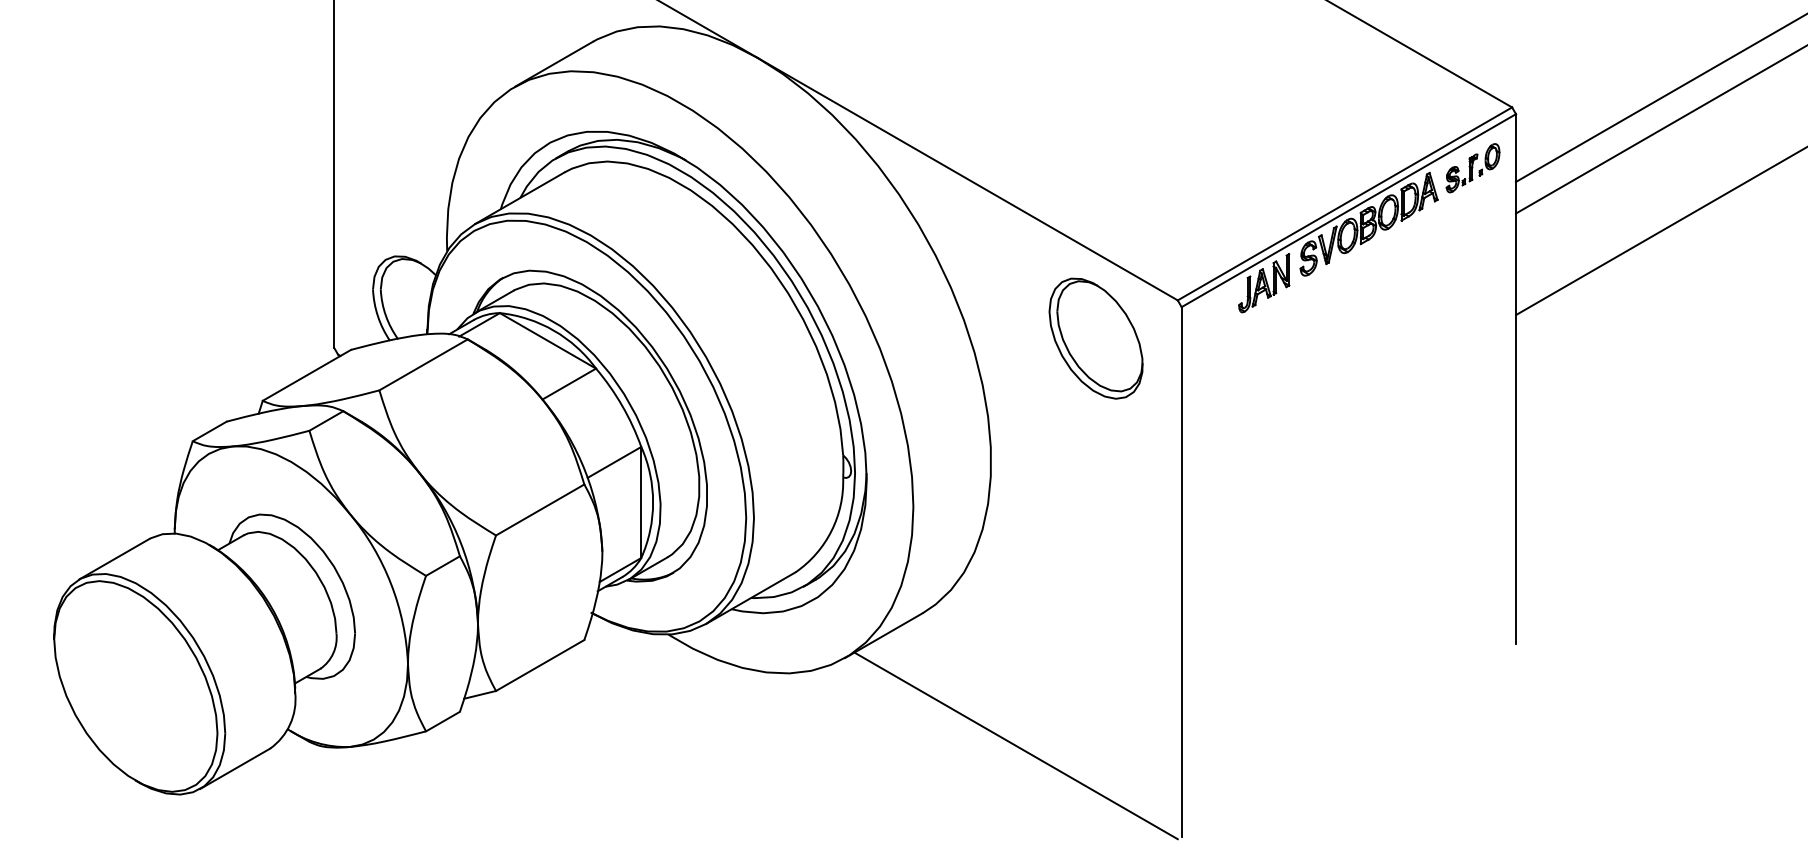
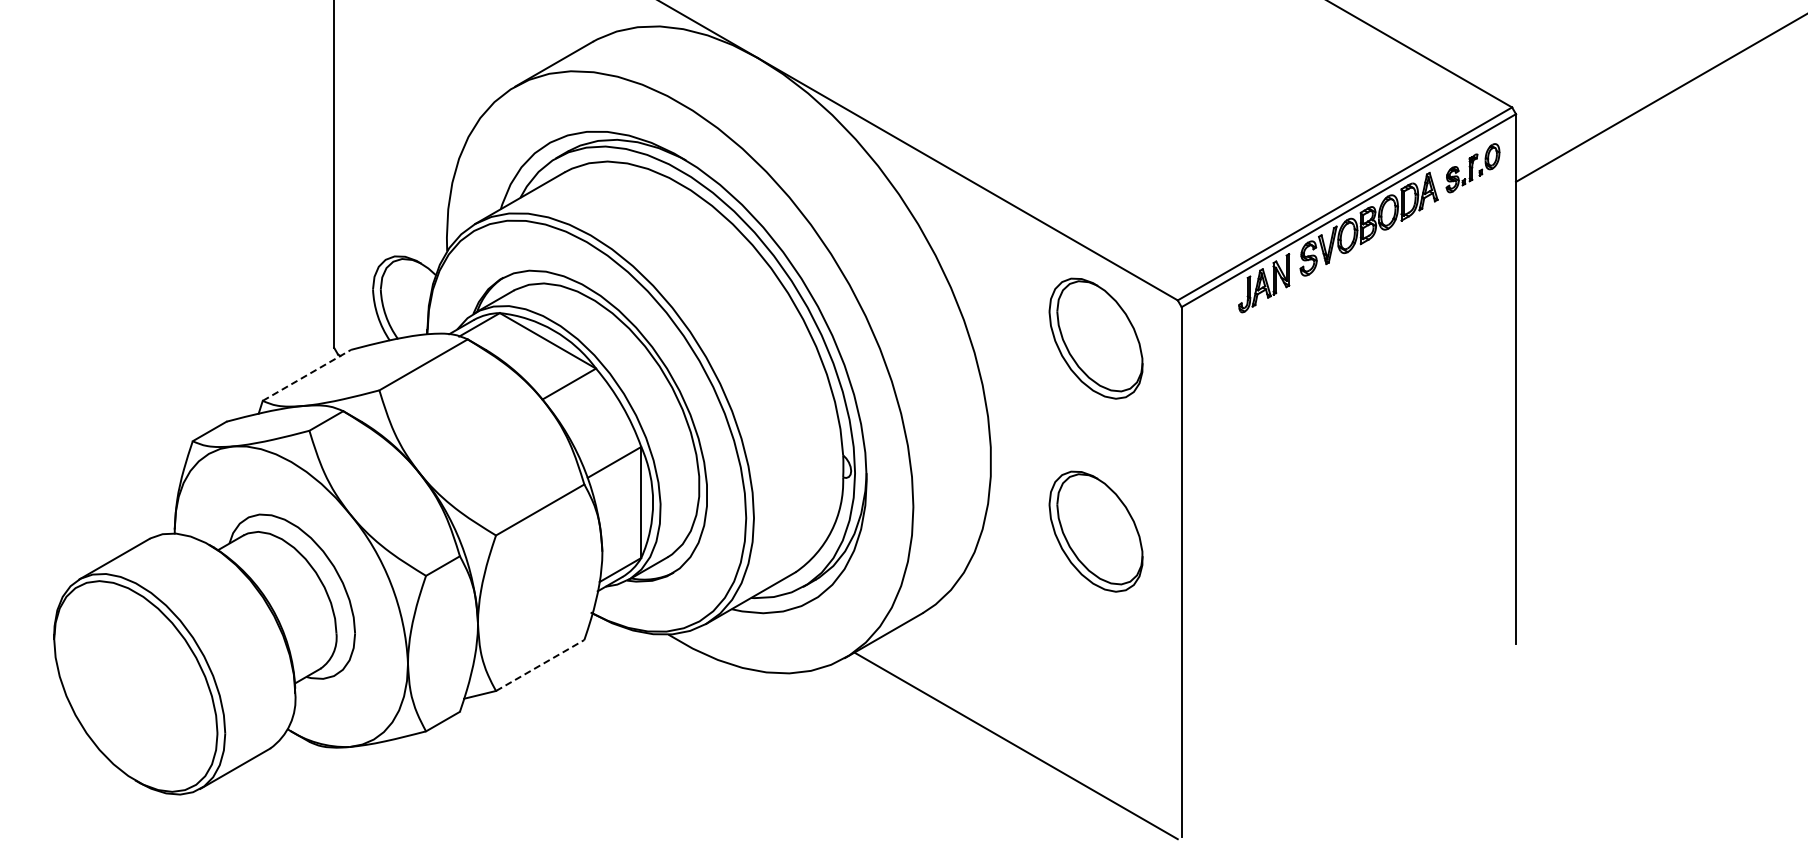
line at (1660, 130): present -> none
line at (1660, 231): present -> none
line at (306, 375): solid -> dashed
part at (1095, 531): none -> present
line at (540, 665): solid -> dashed
